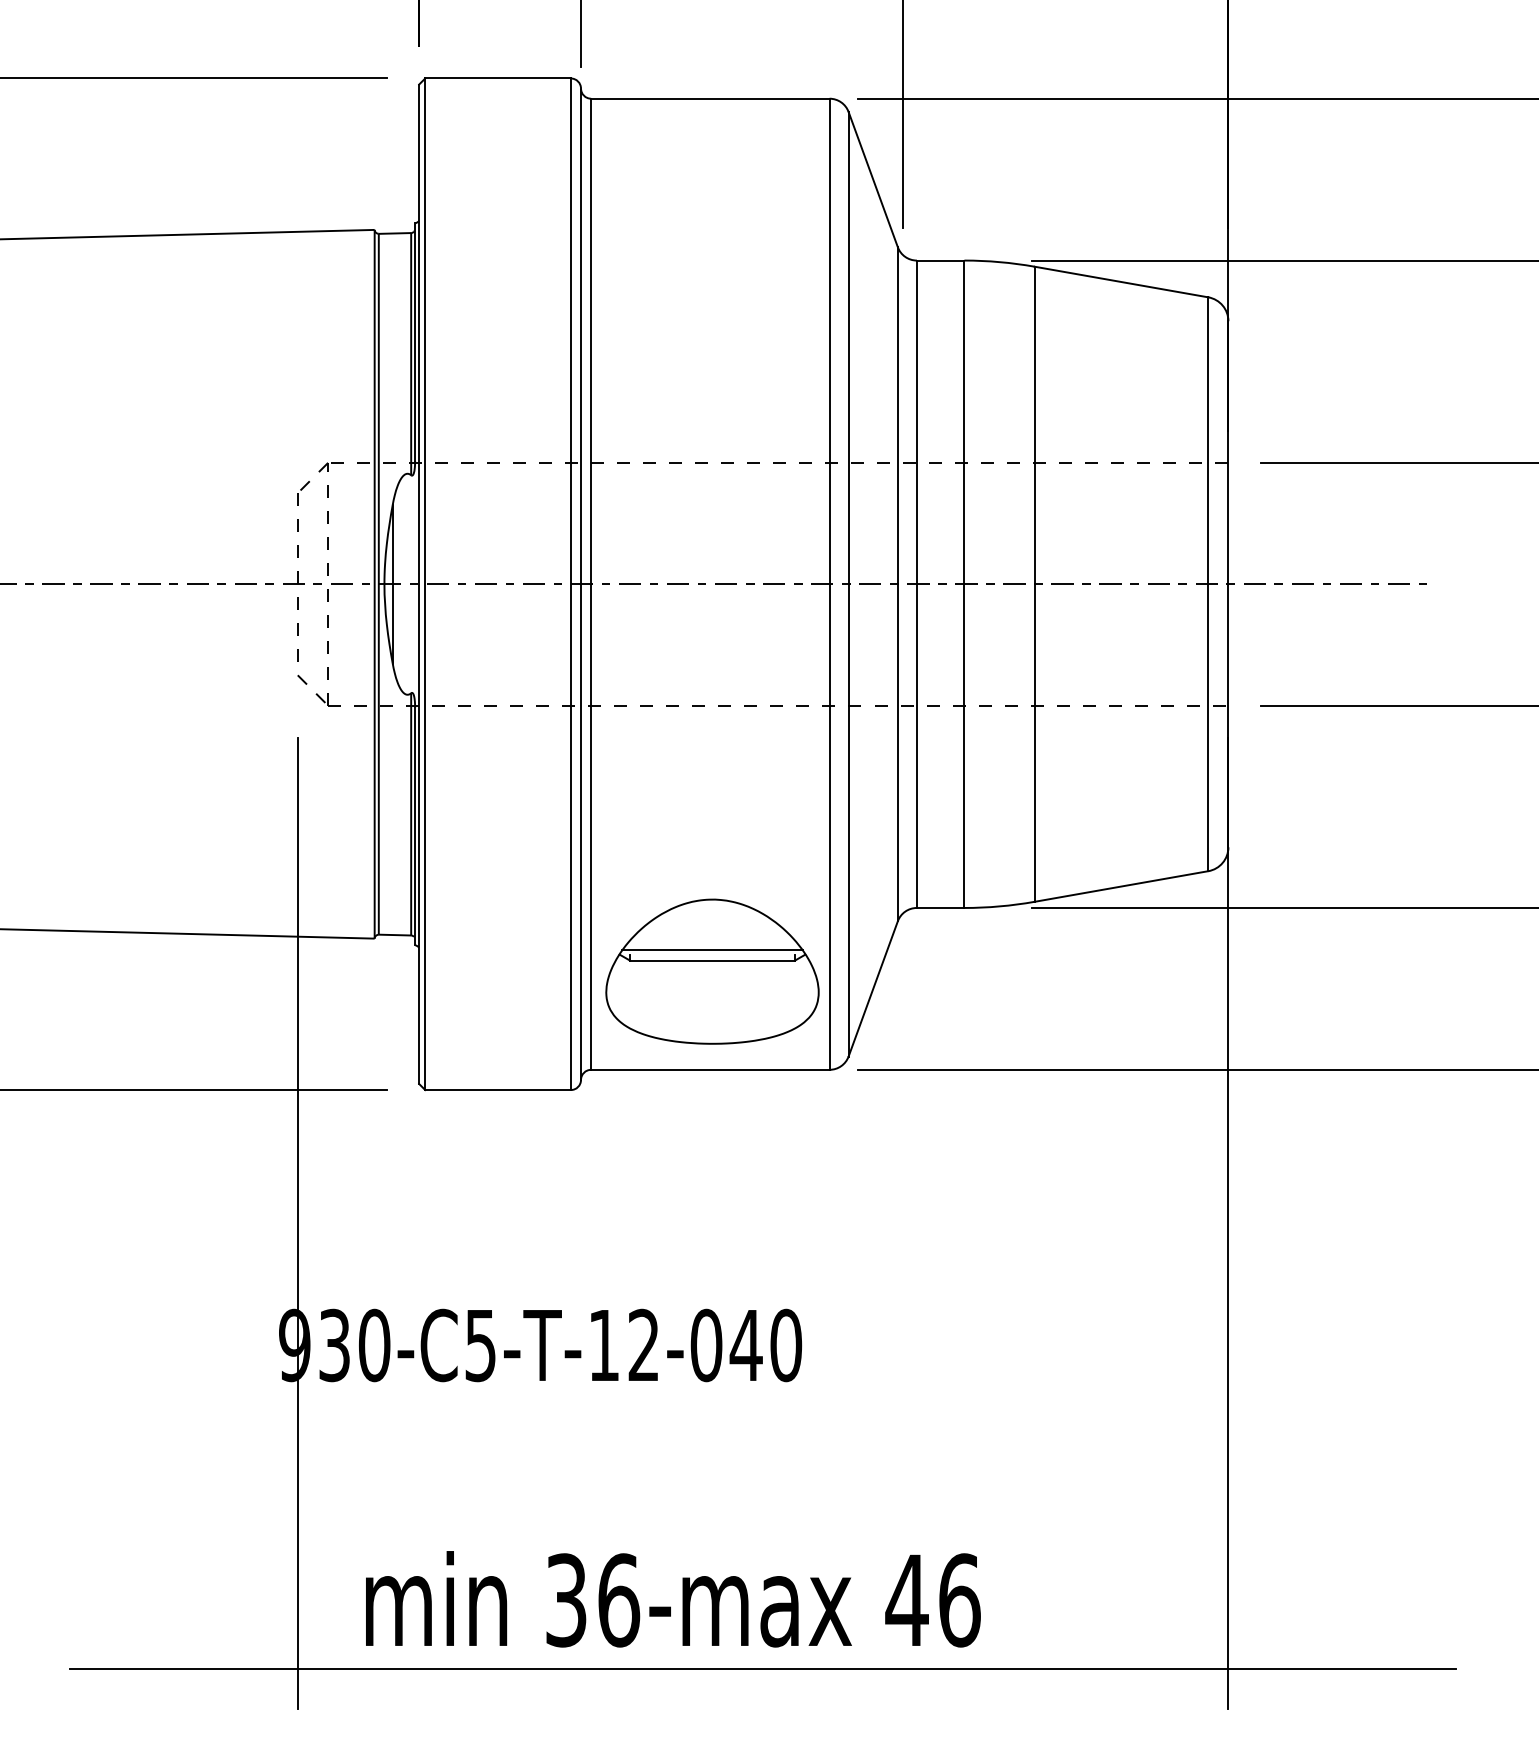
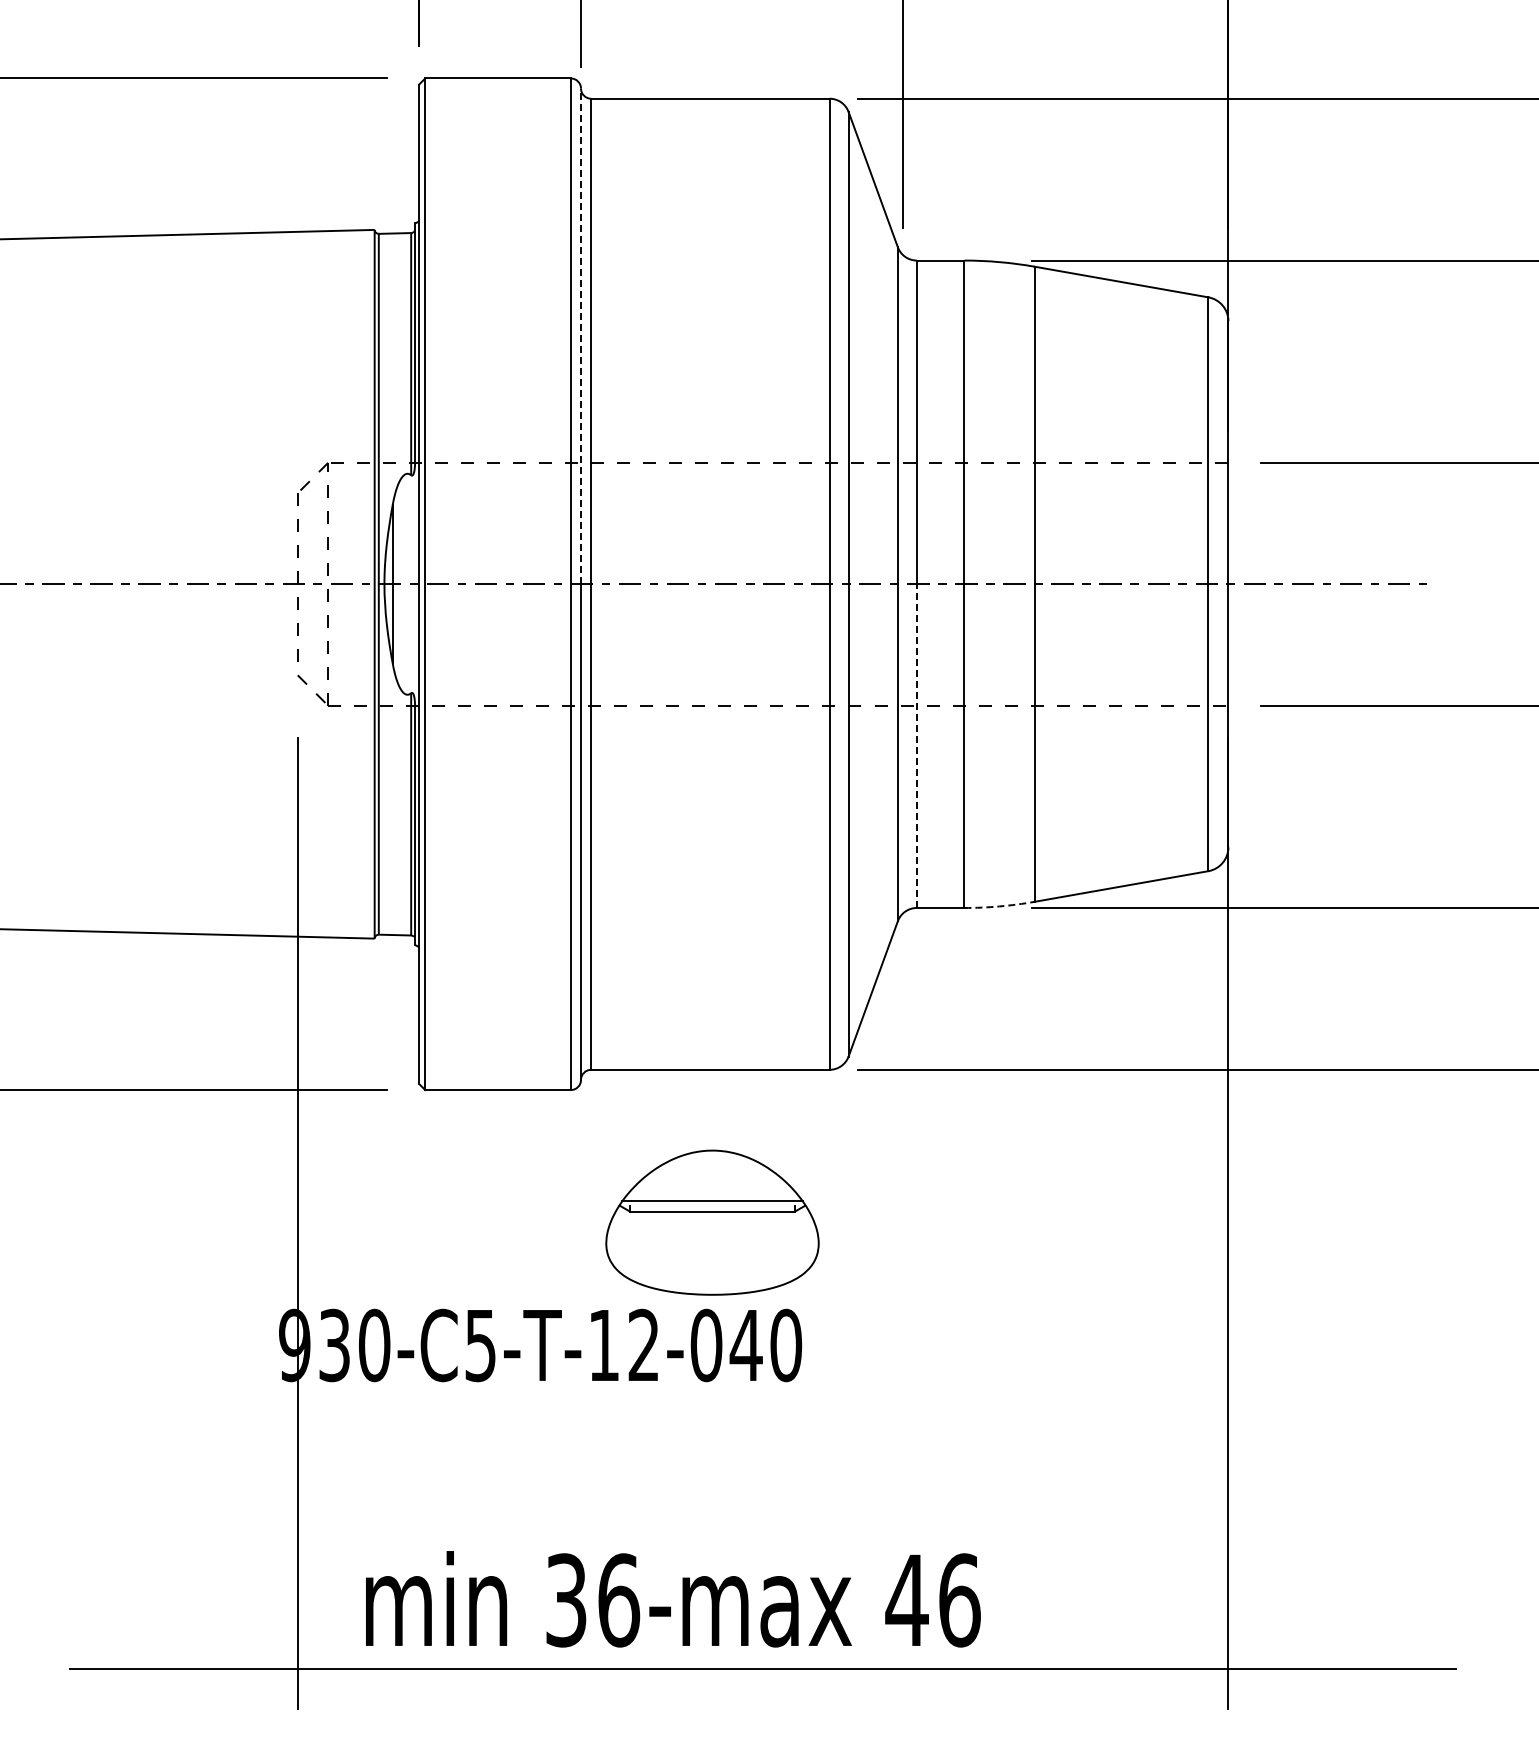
line at (581, 336): solid -> dashed
line at (916, 746): solid -> dashed
arc at (999, 906): solid -> dashed
part at (712, 971) position: (712, 971) -> (712, 1222)
